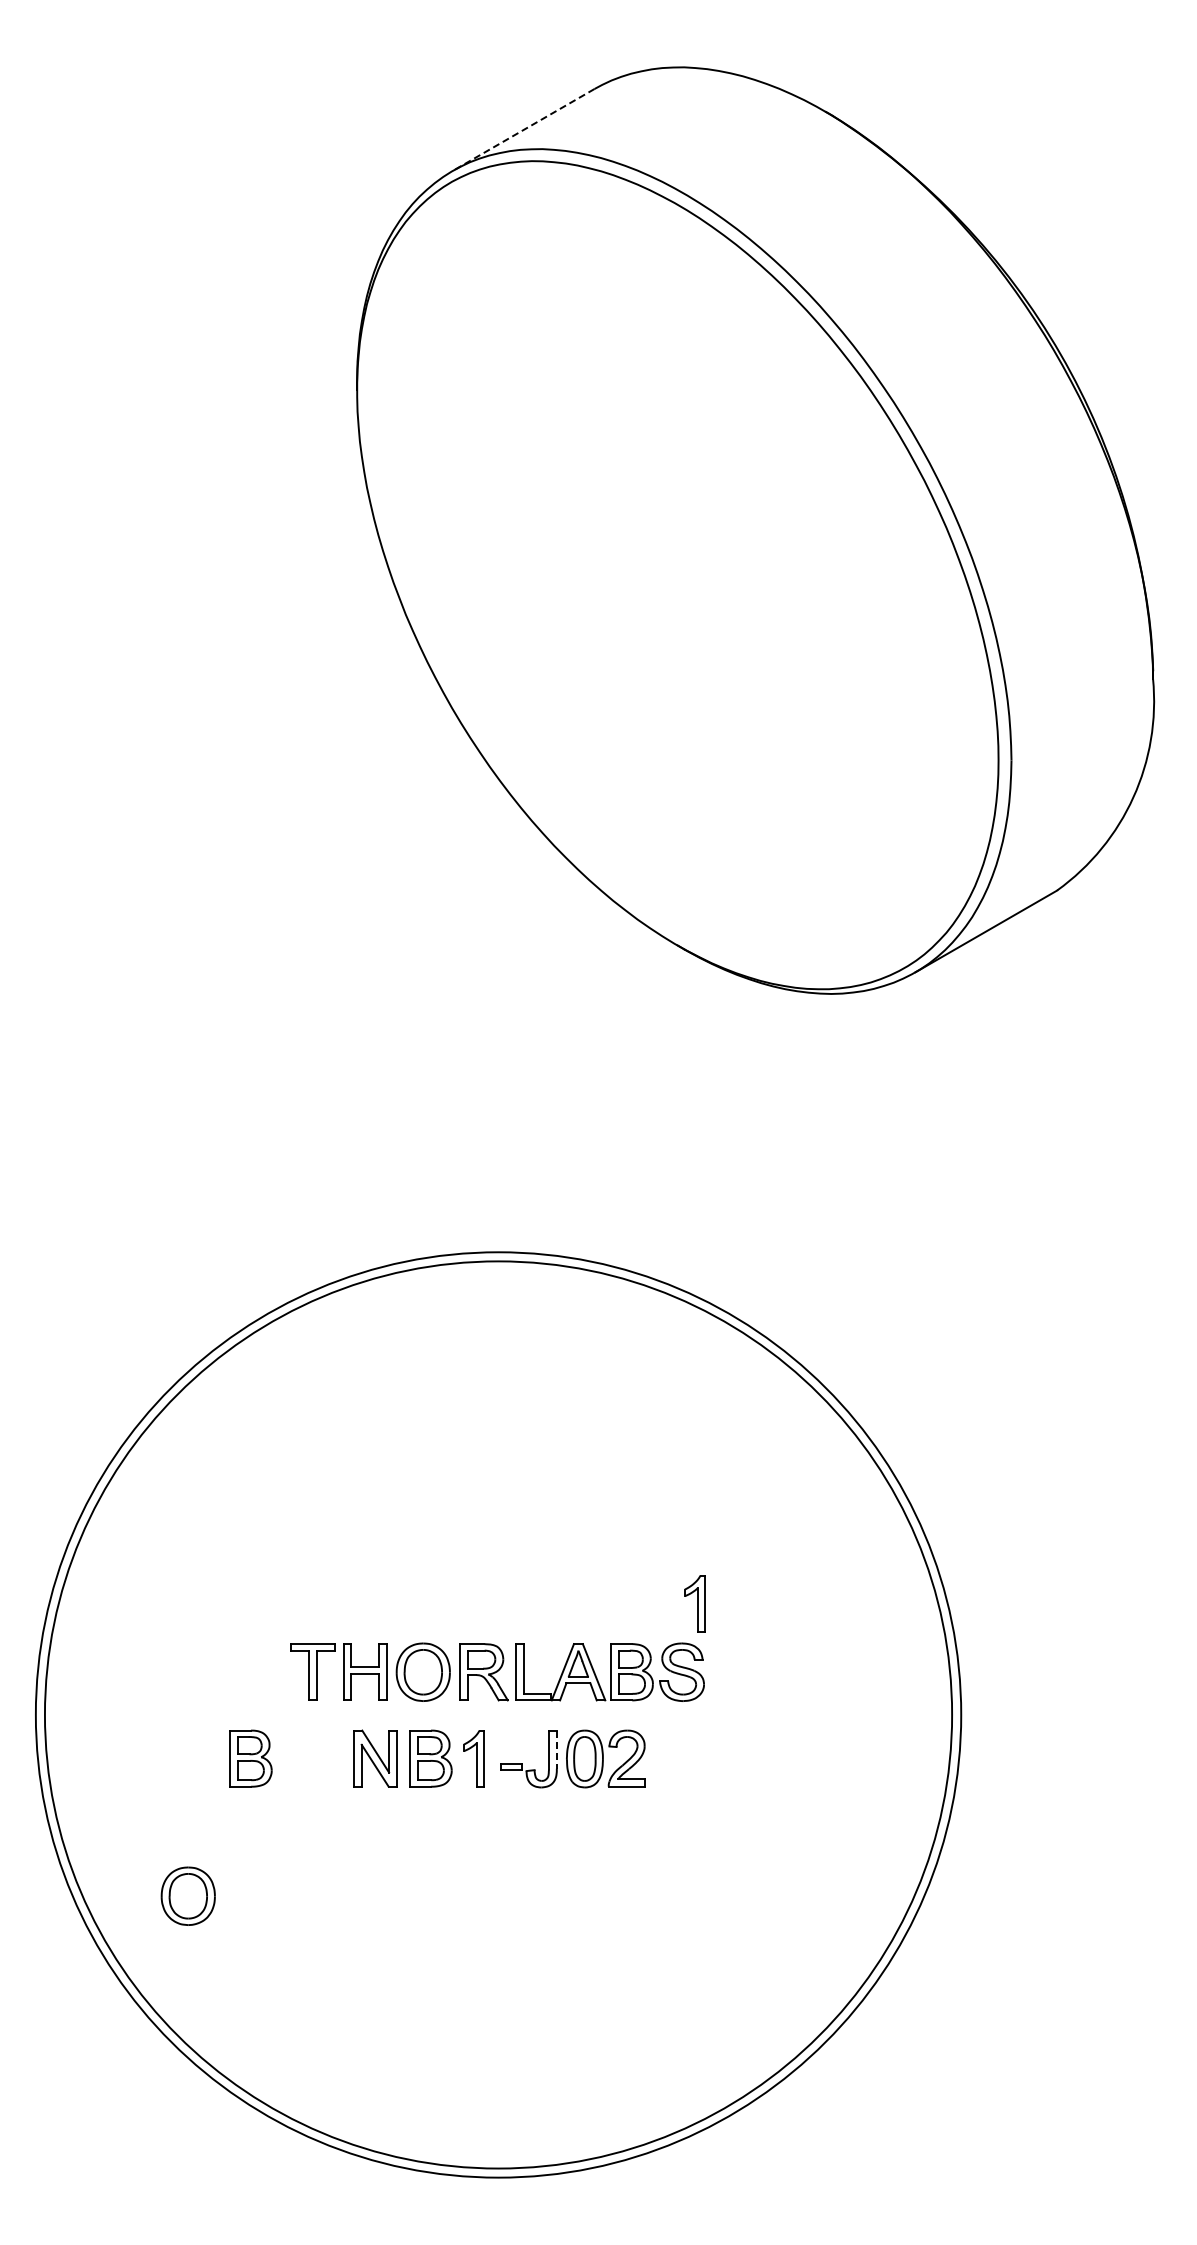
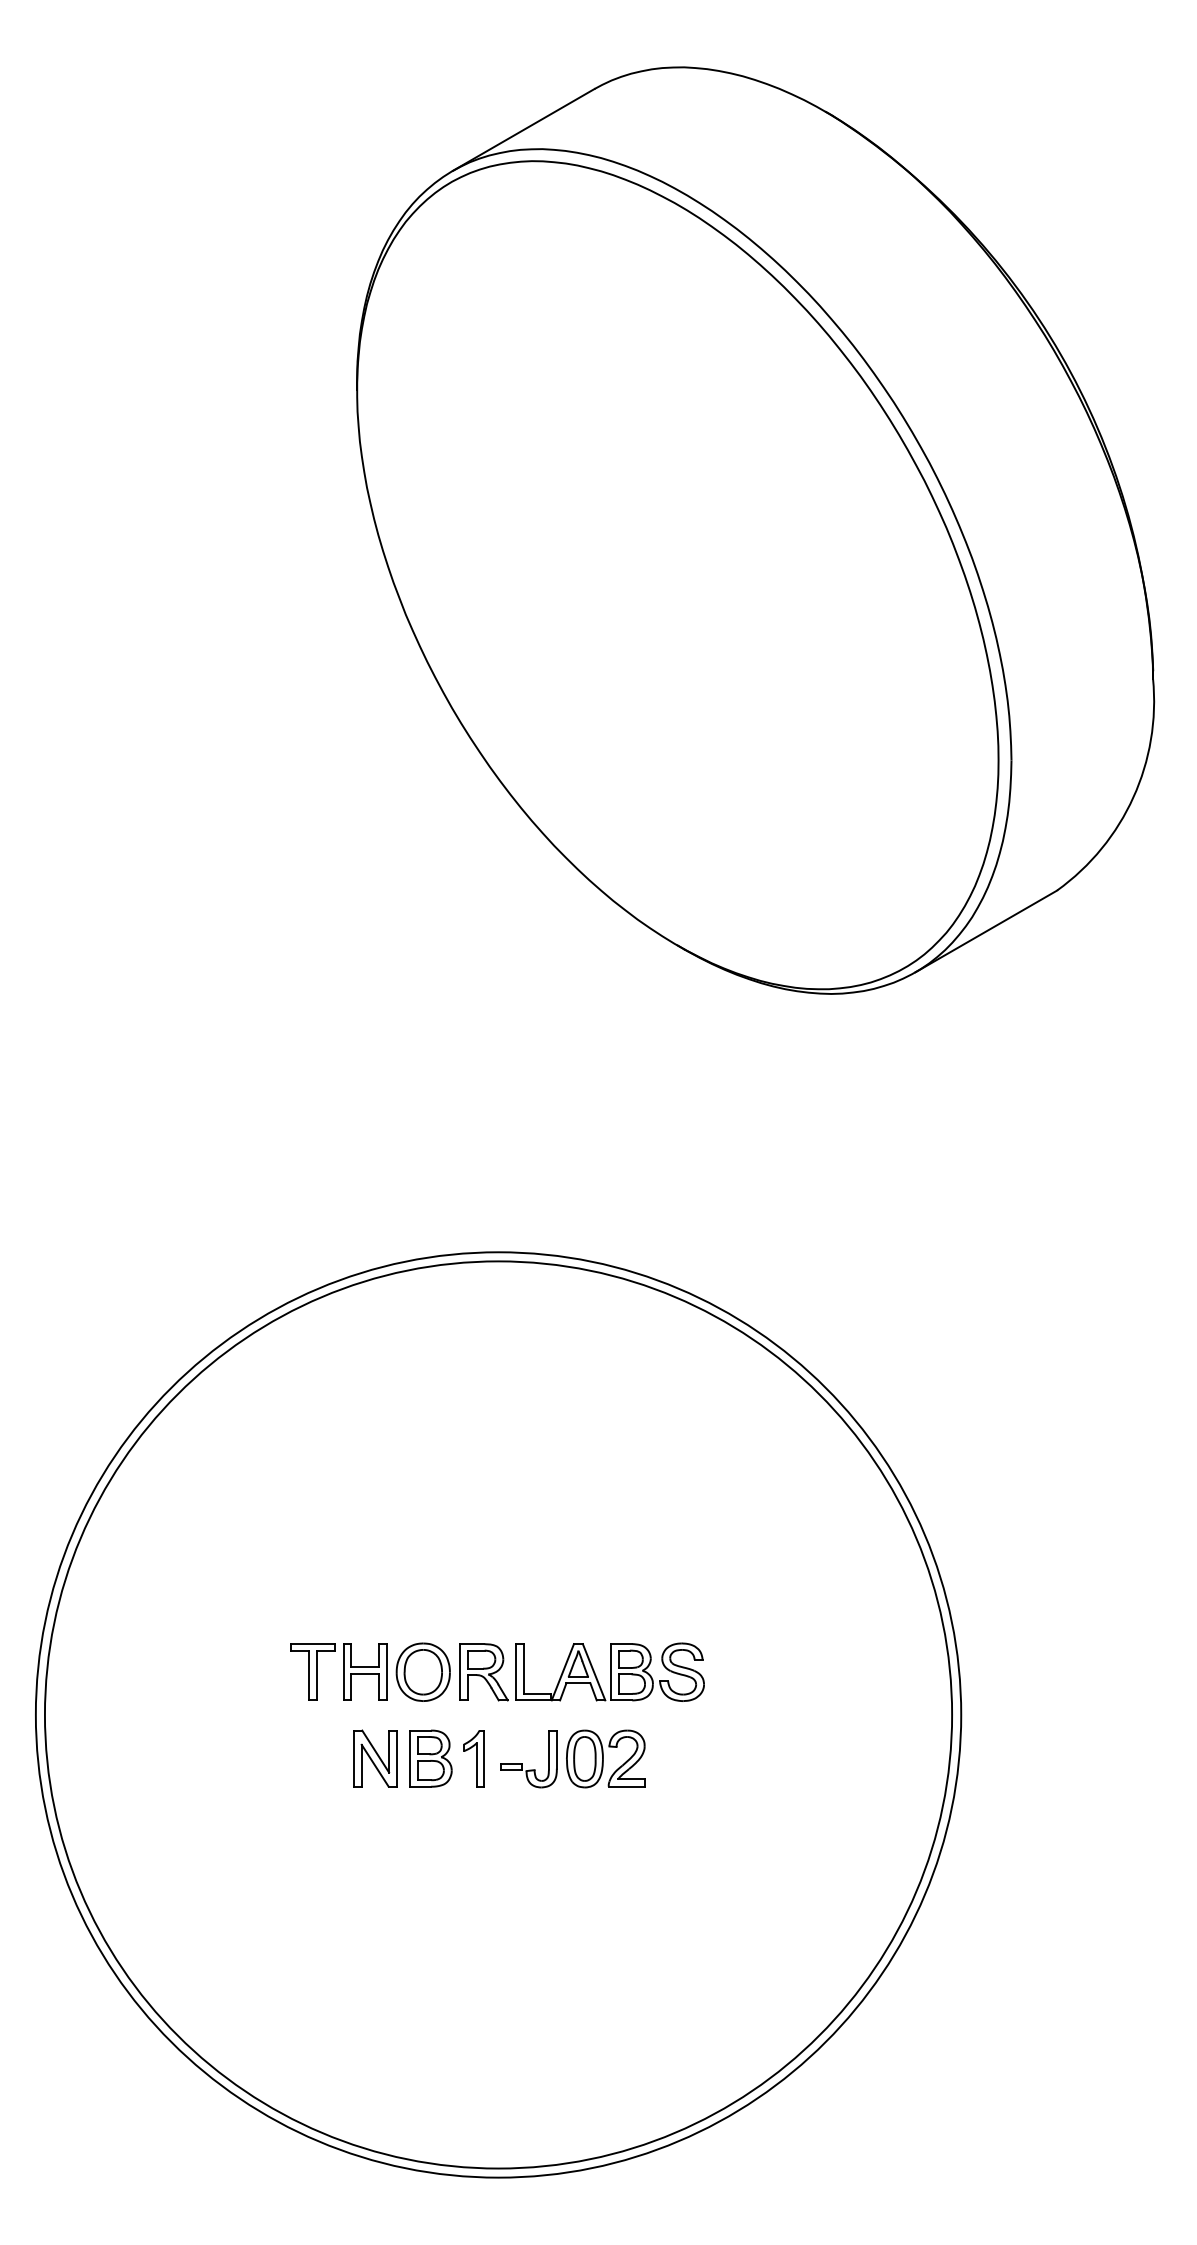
line at (523, 129): dashed -> solid
part at (694, 1603): present -> none
line at (556, 1750): dashed -> solid
part at (250, 1758): present -> none
part at (187, 1895): present -> none
